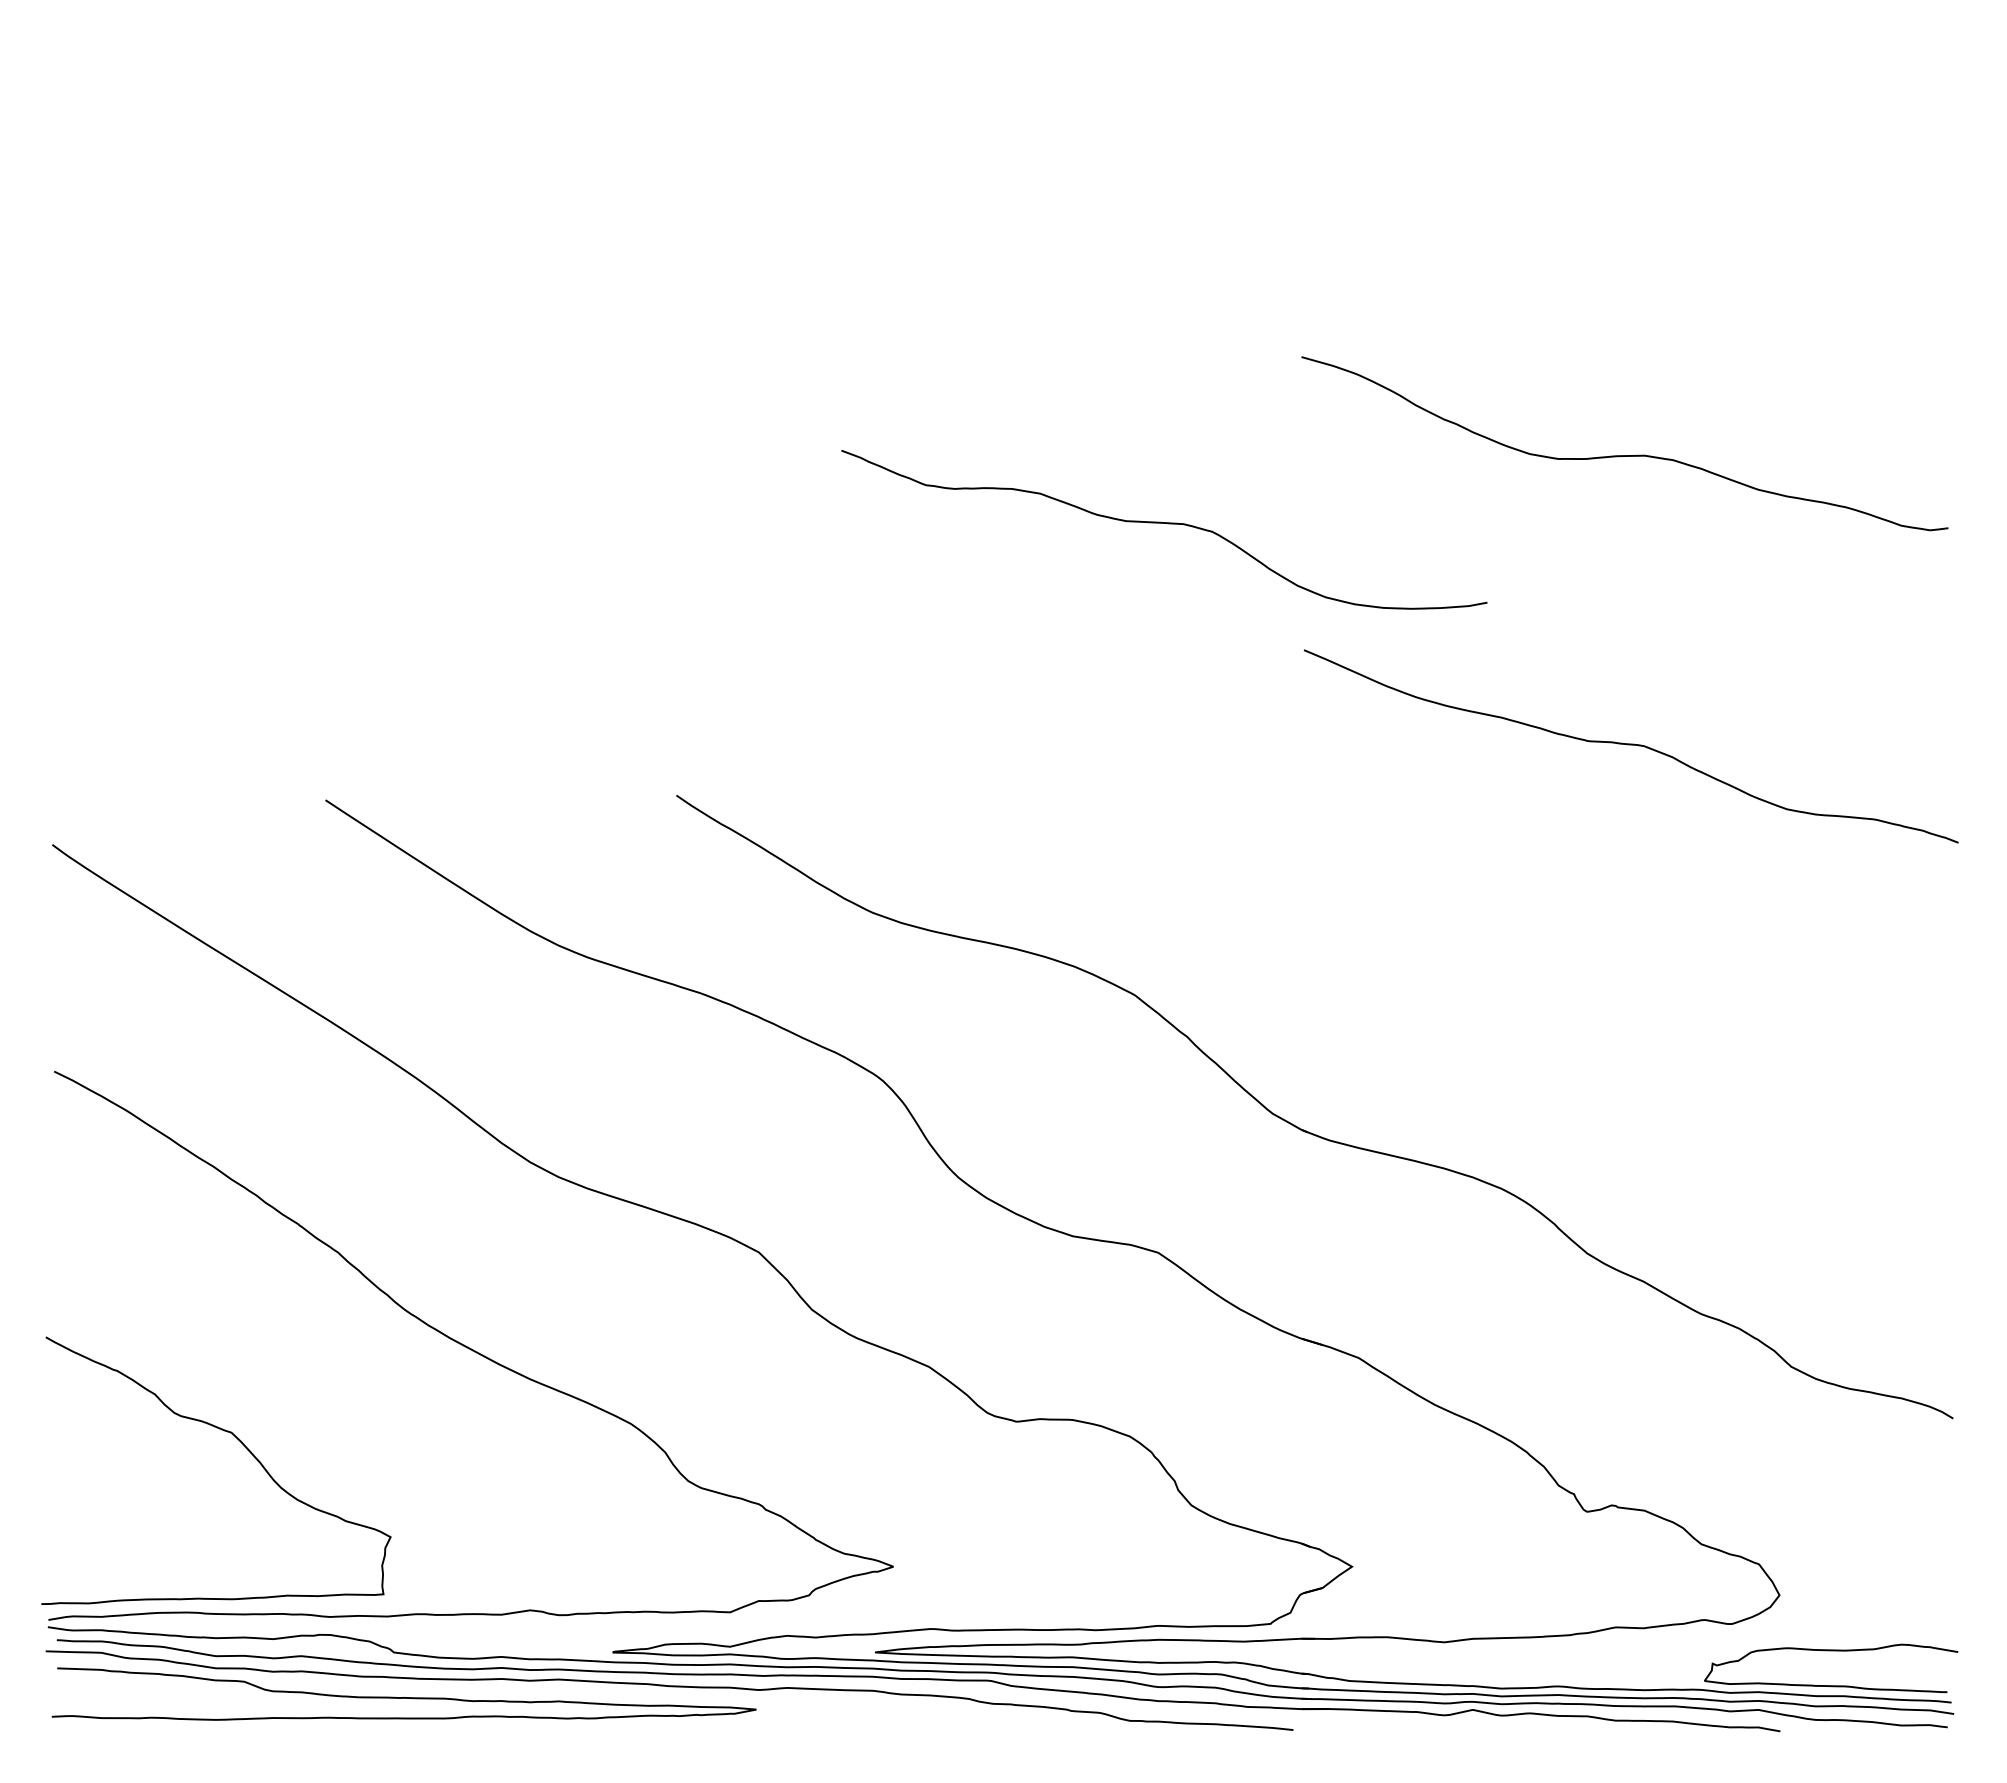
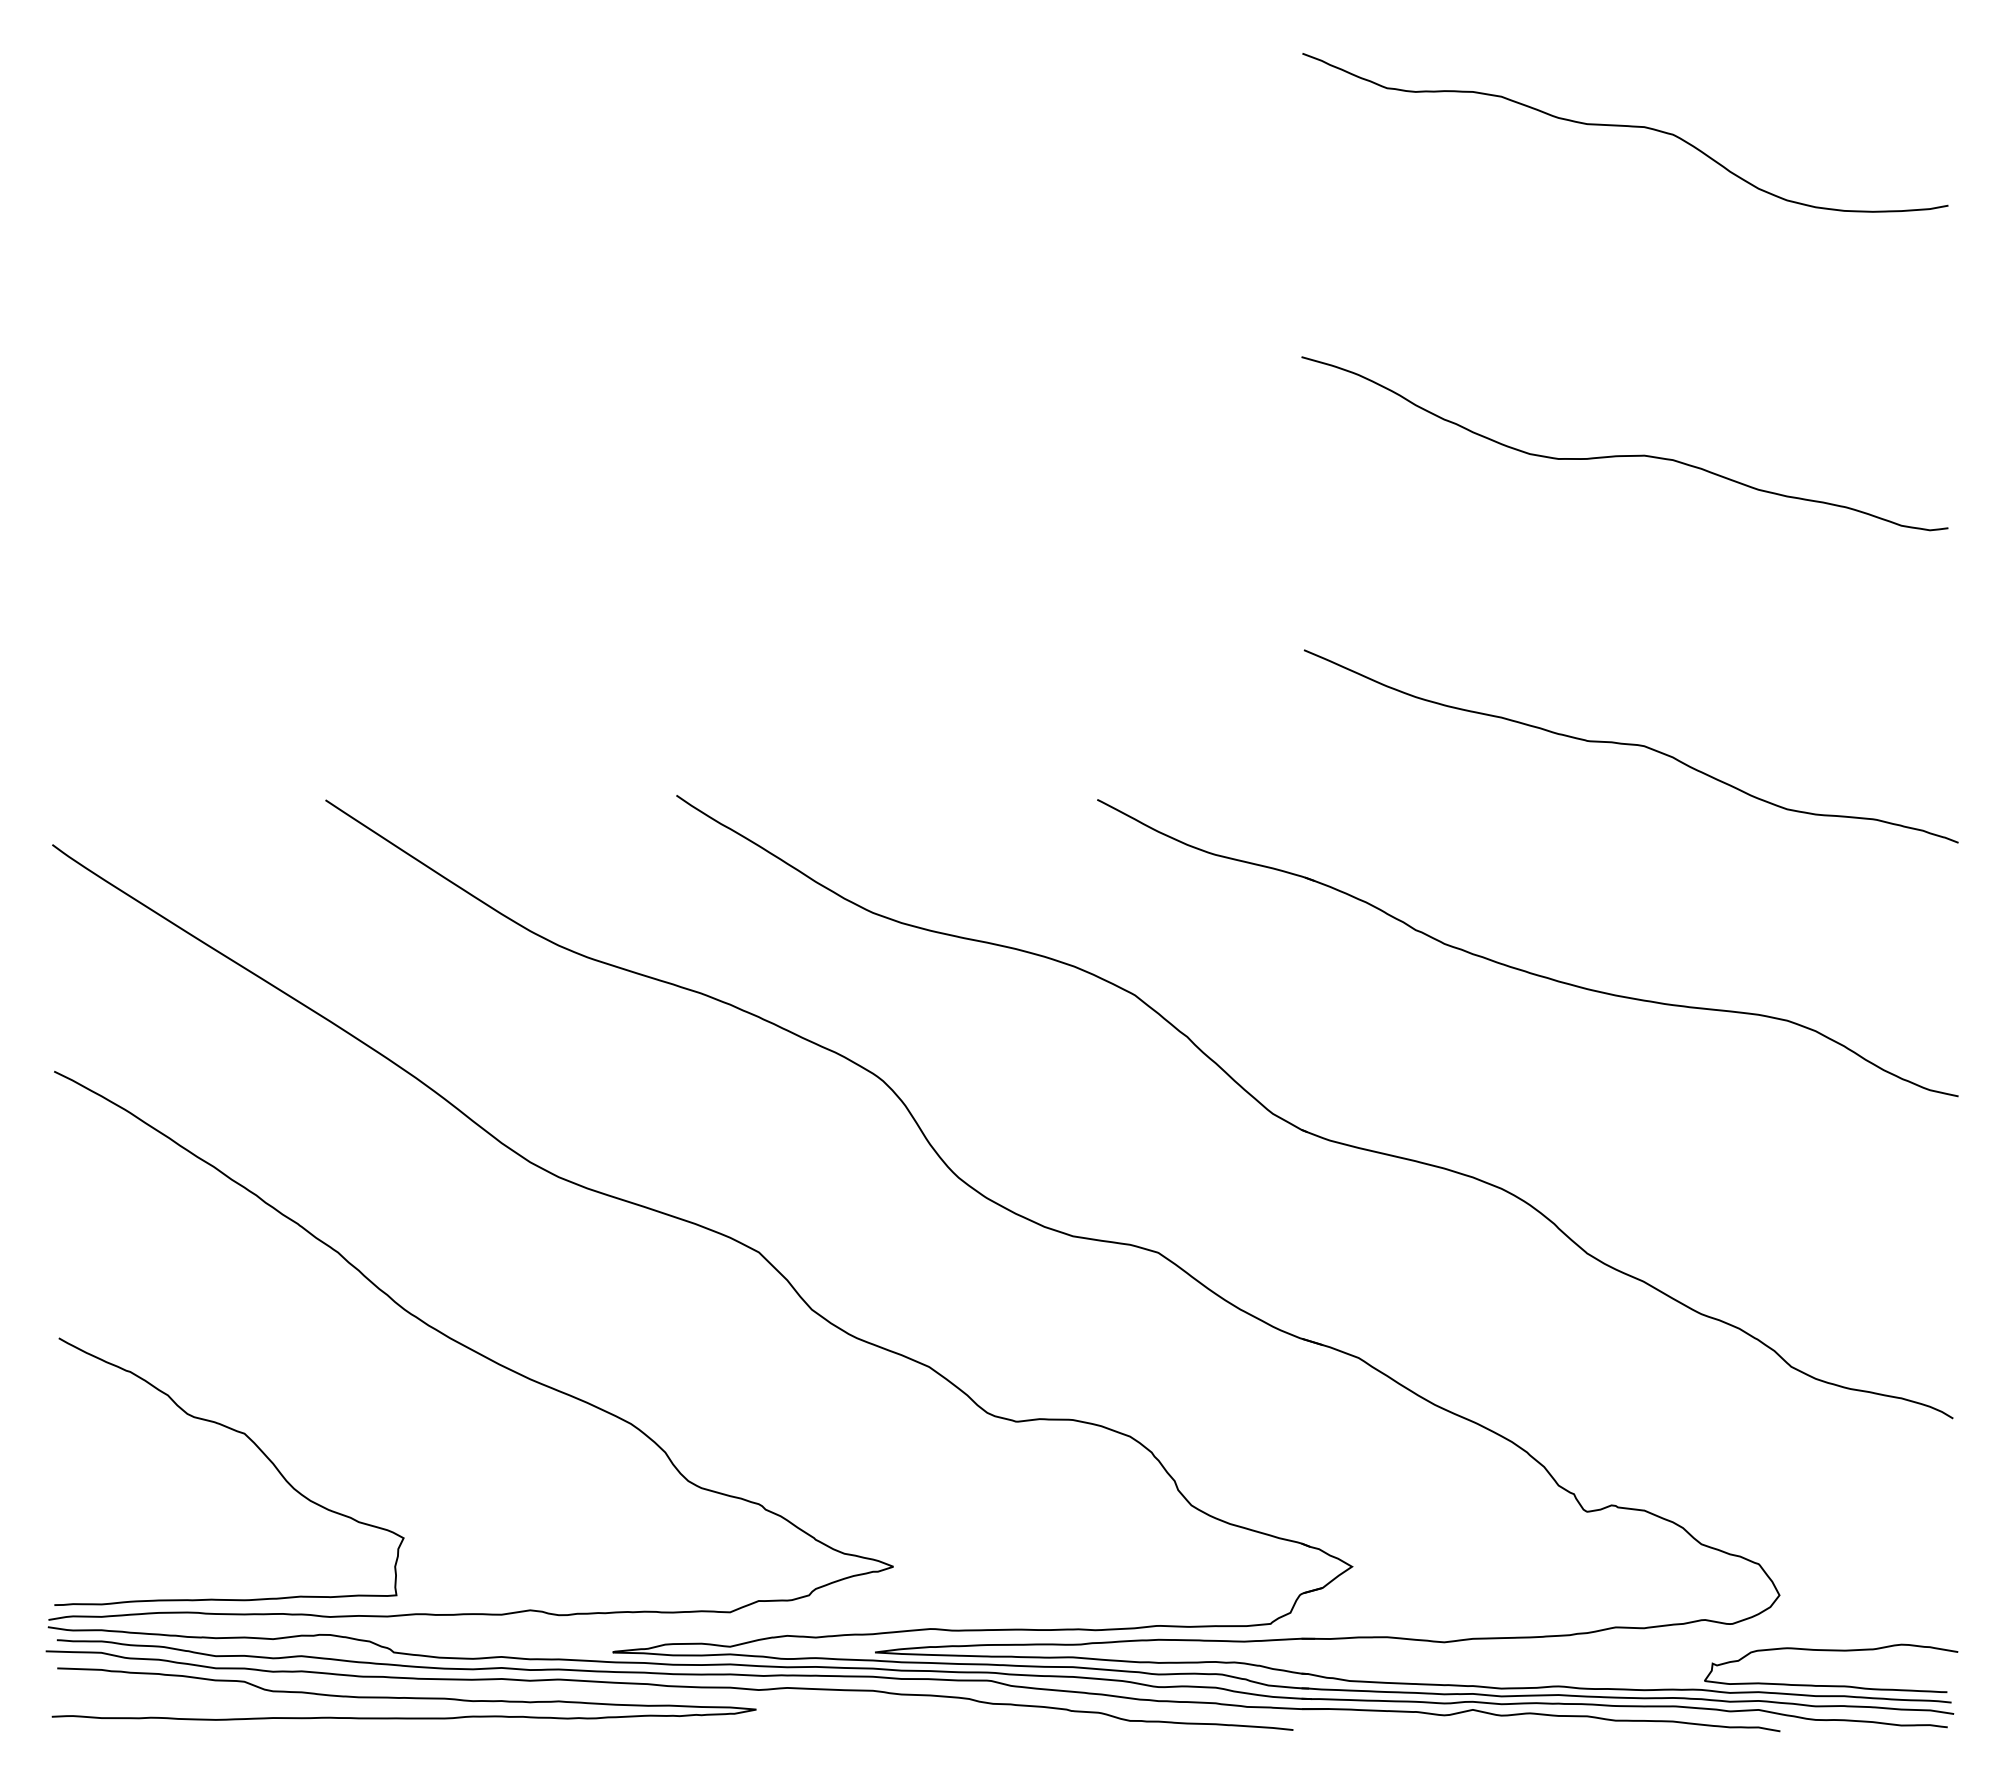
curve at (1164, 523) position: (1164, 523) -> (1625, 126)
part at (1523, 969): none -> present
curve at (245, 1448) position: (245, 1448) -> (258, 1449)
